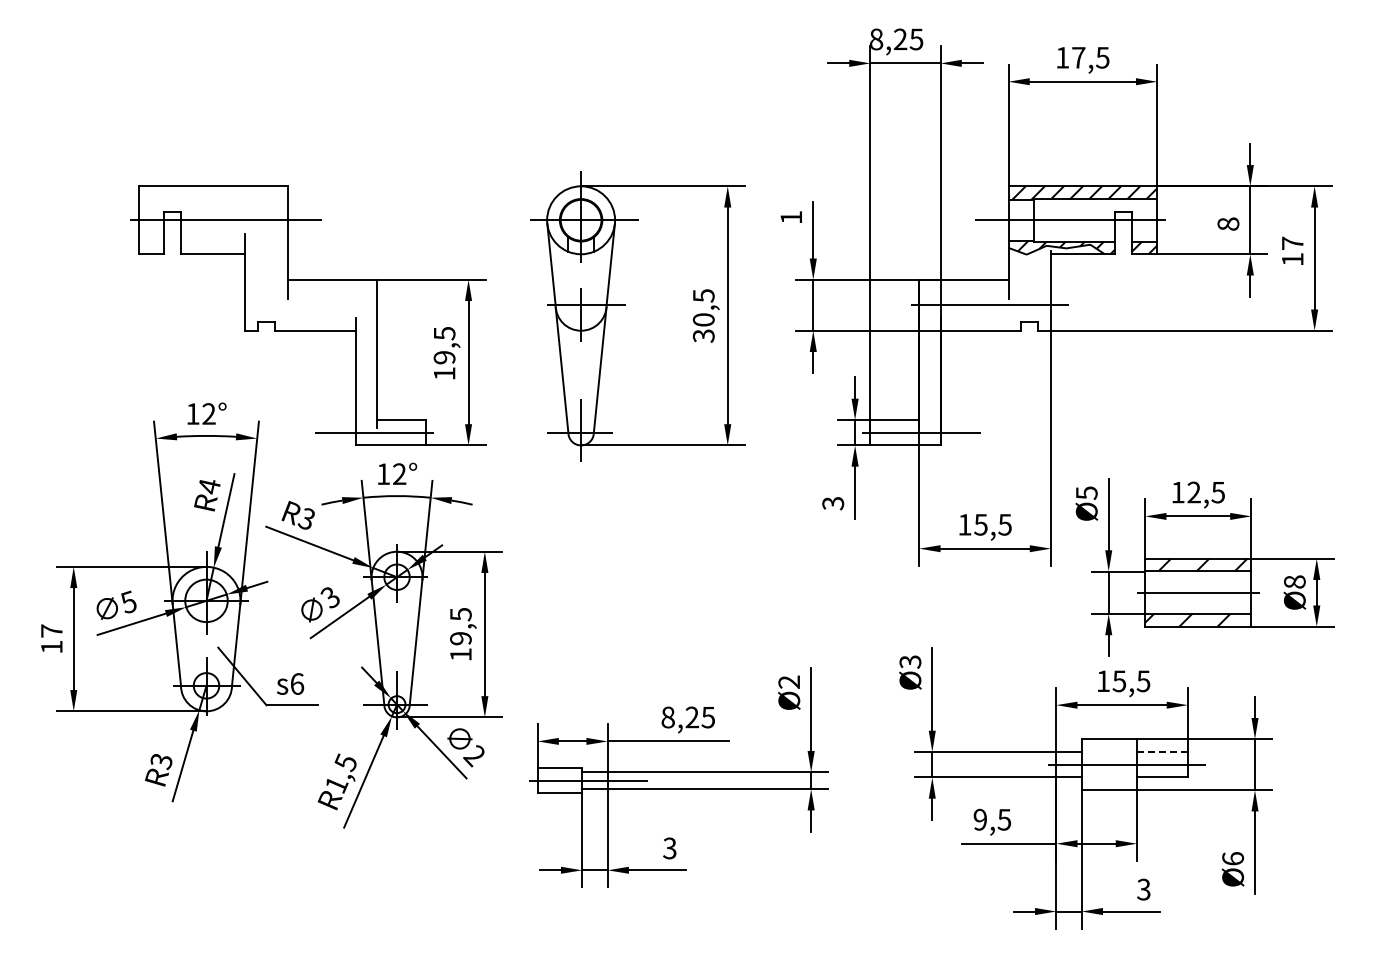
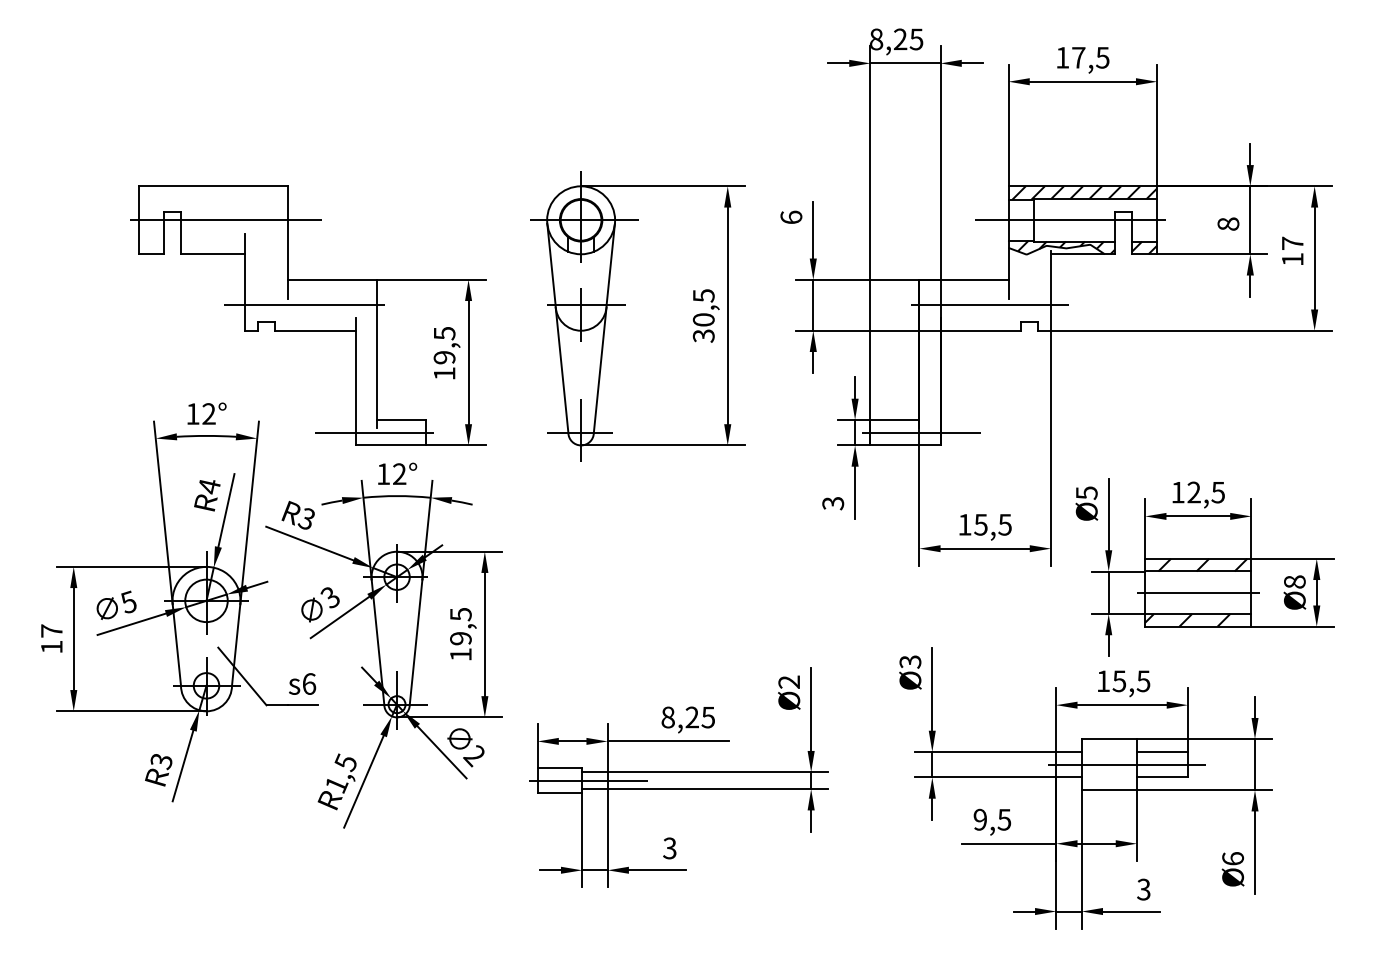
text at (791, 216): 1 -> 6
line at (304, 305): none -> present
text at (290, 683) position: (290, 683) -> (302, 683)
line at (1162, 752): dashed -> solid
